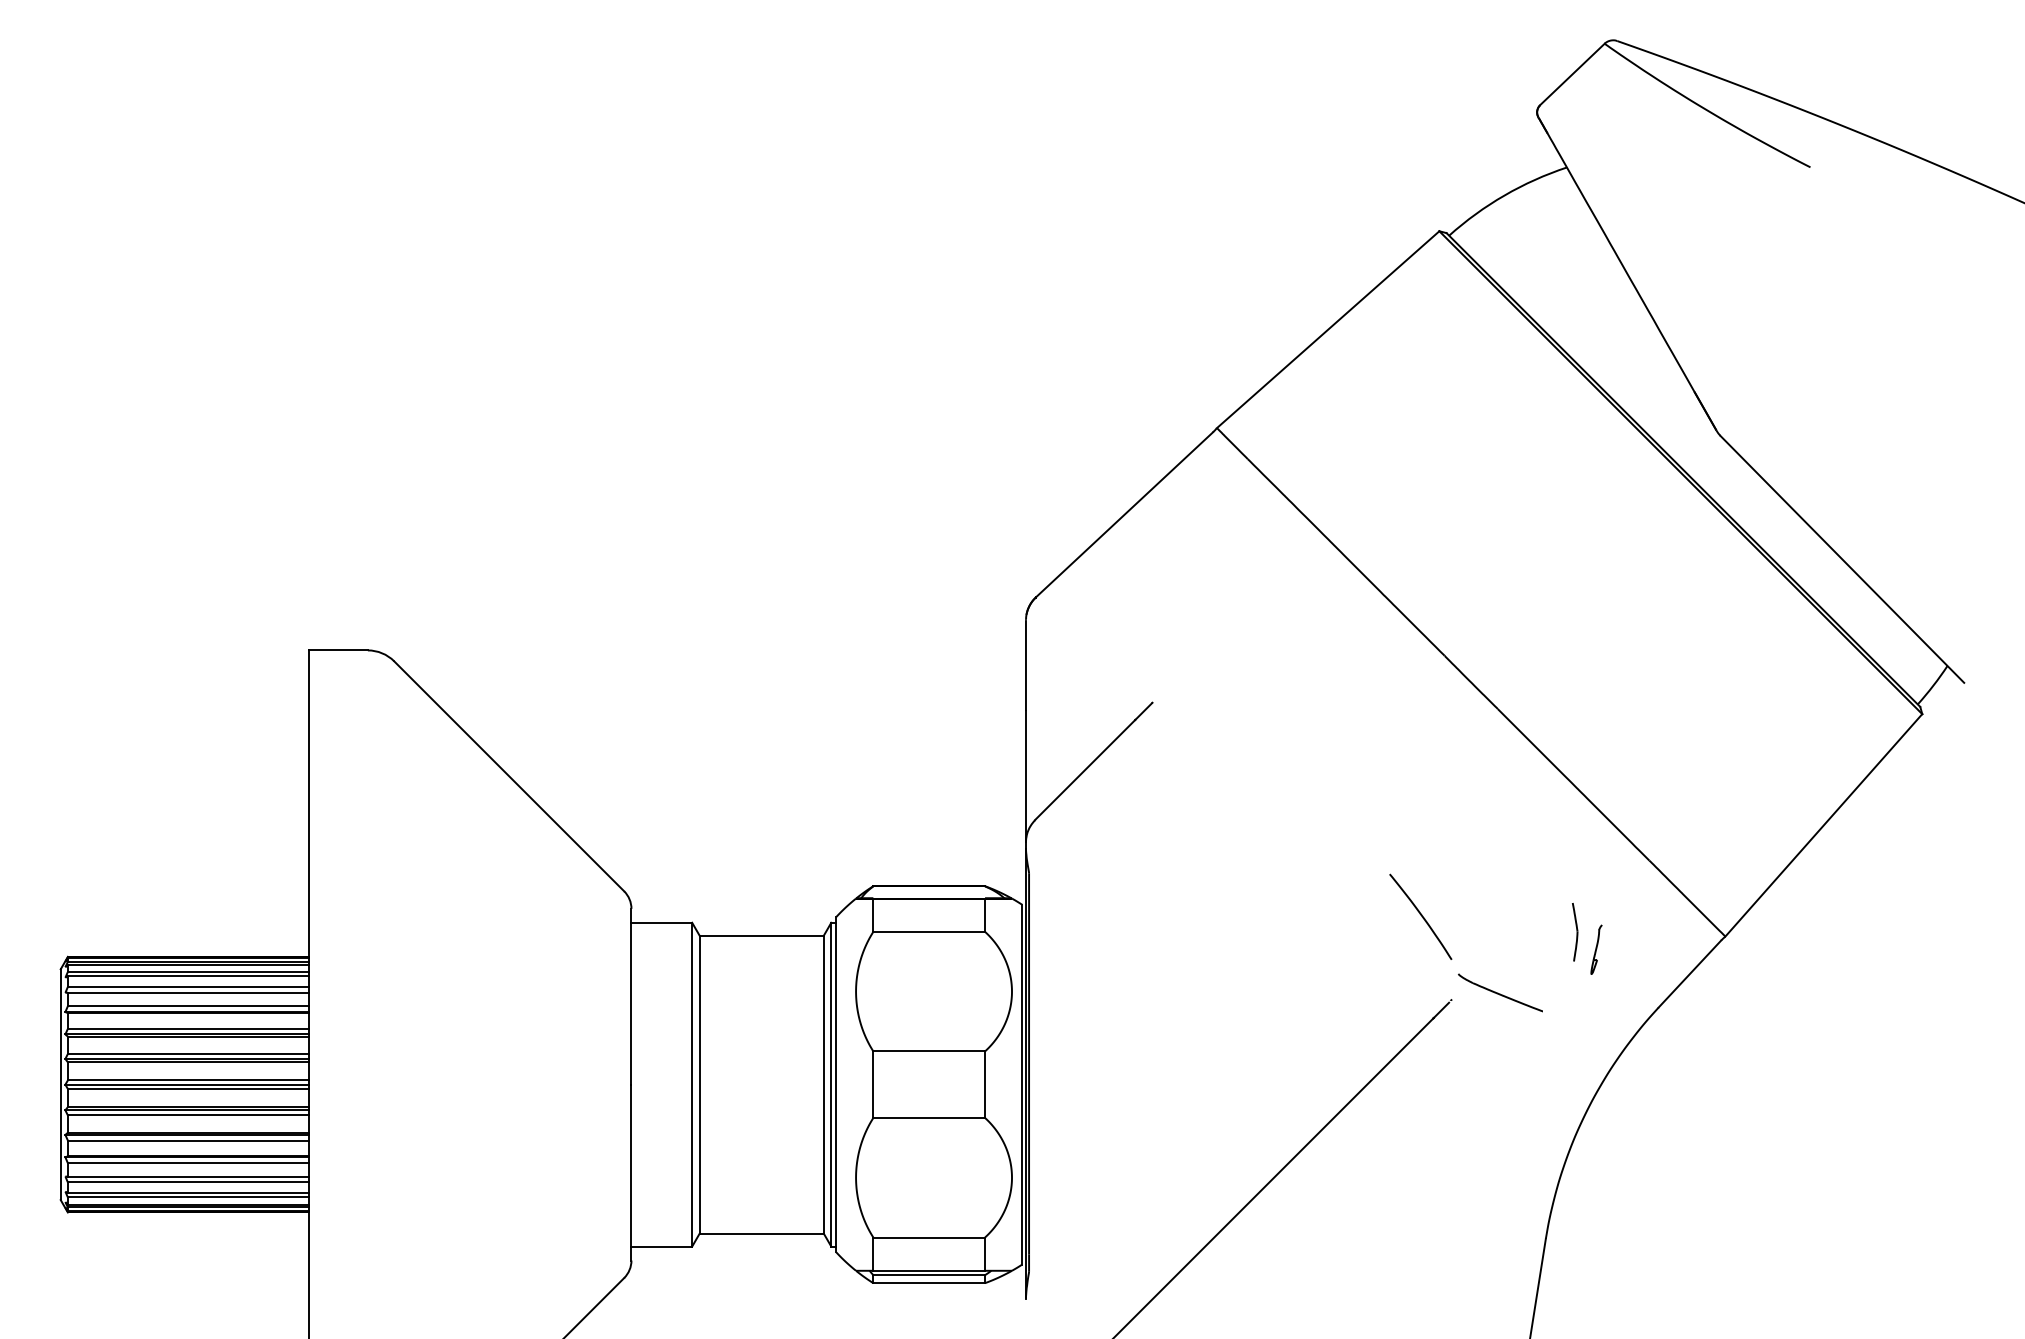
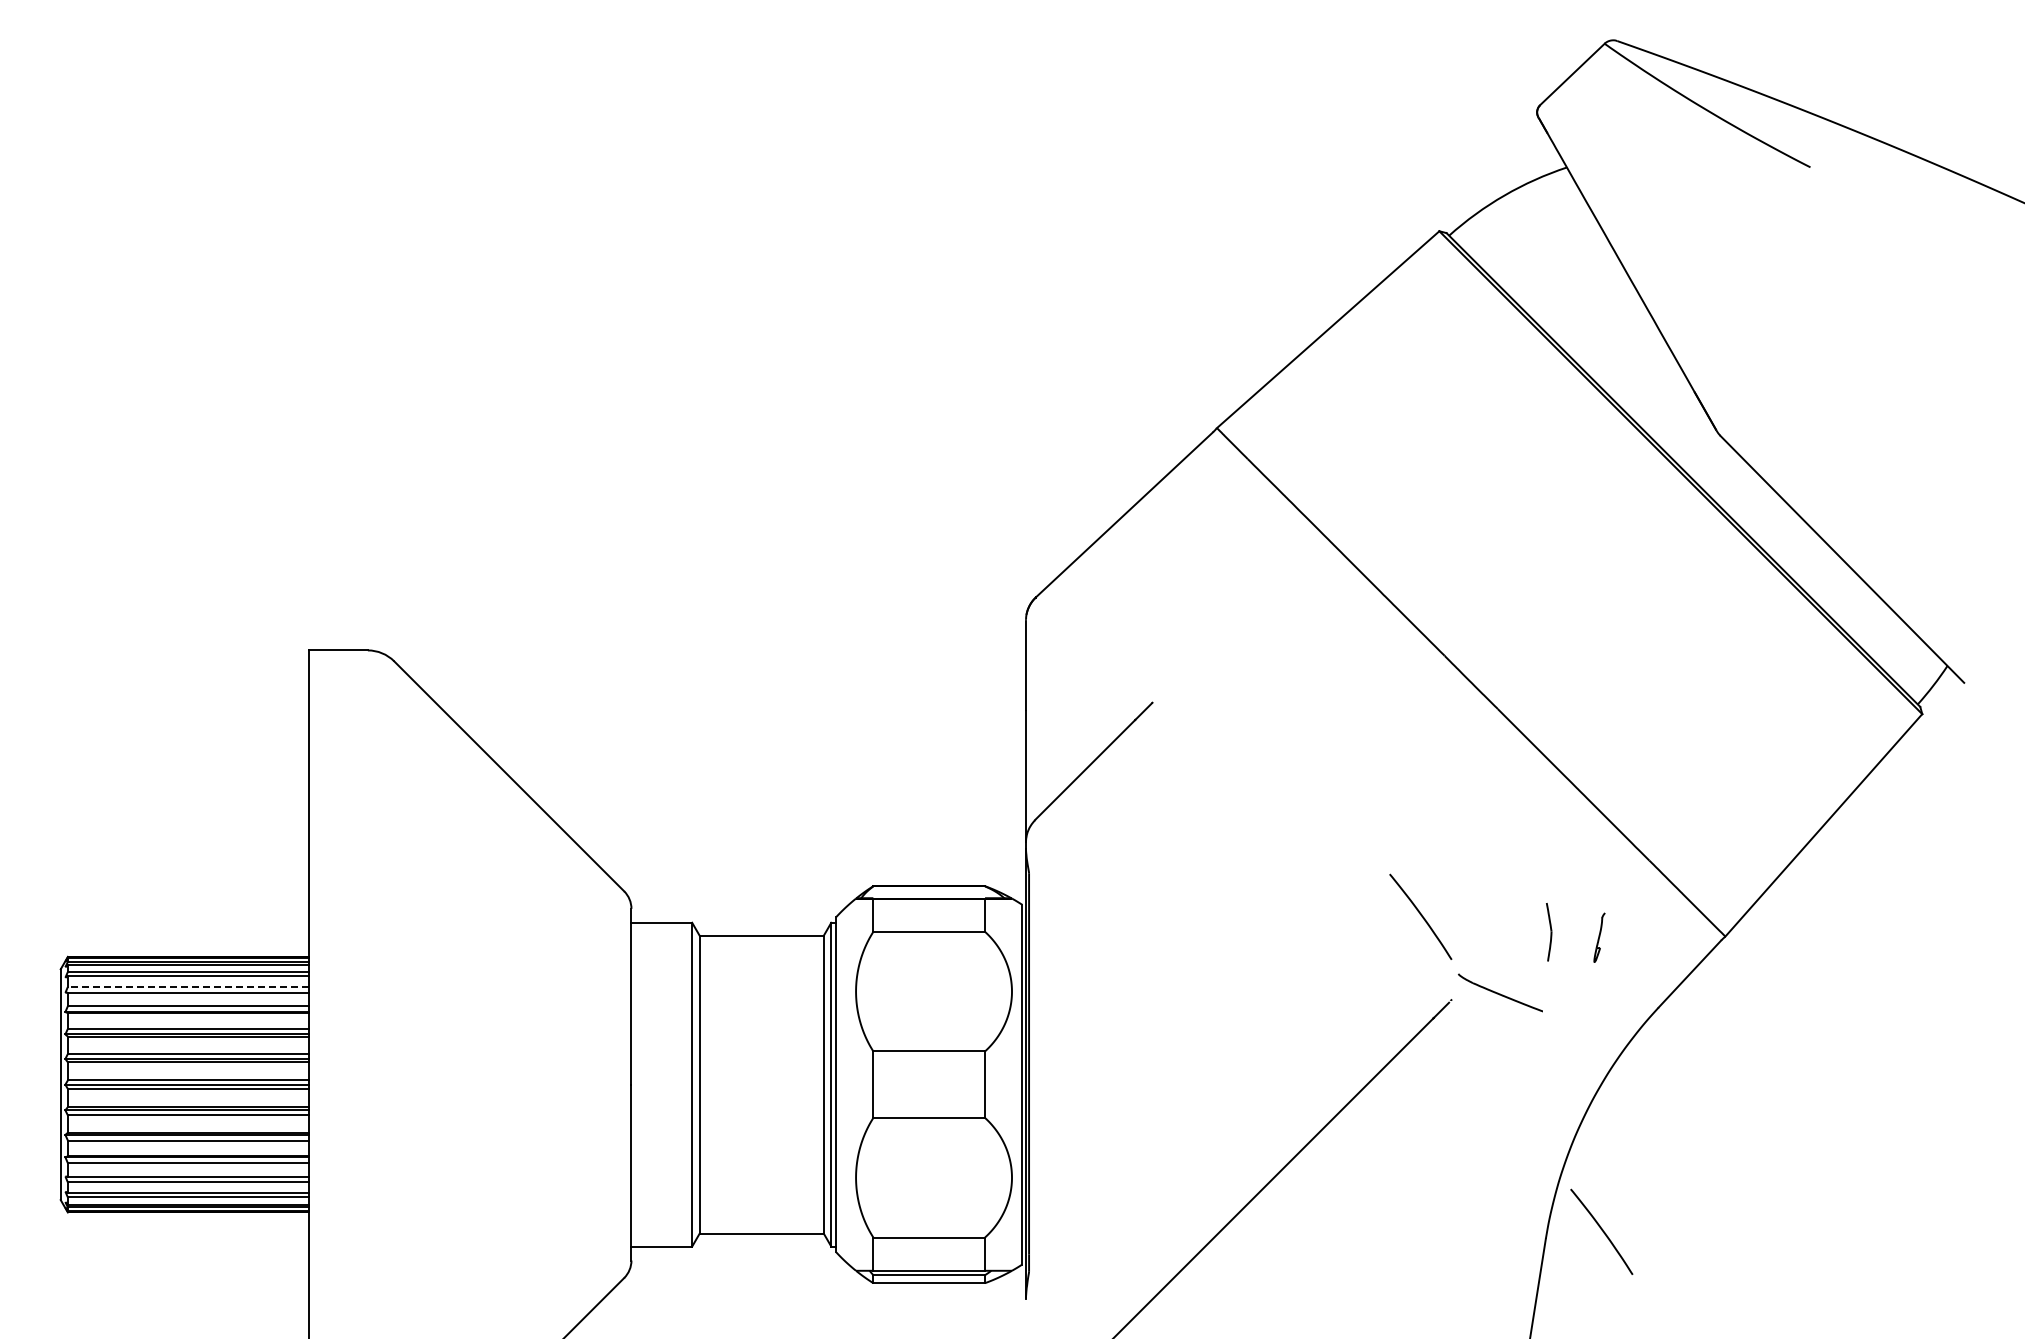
part at (1575, 932) position: (1575, 932) -> (1549, 932)
part at (1596, 949) position: (1596, 949) -> (1599, 937)
line at (187, 986): solid -> dashed
curve at (1601, 1230): none -> present
